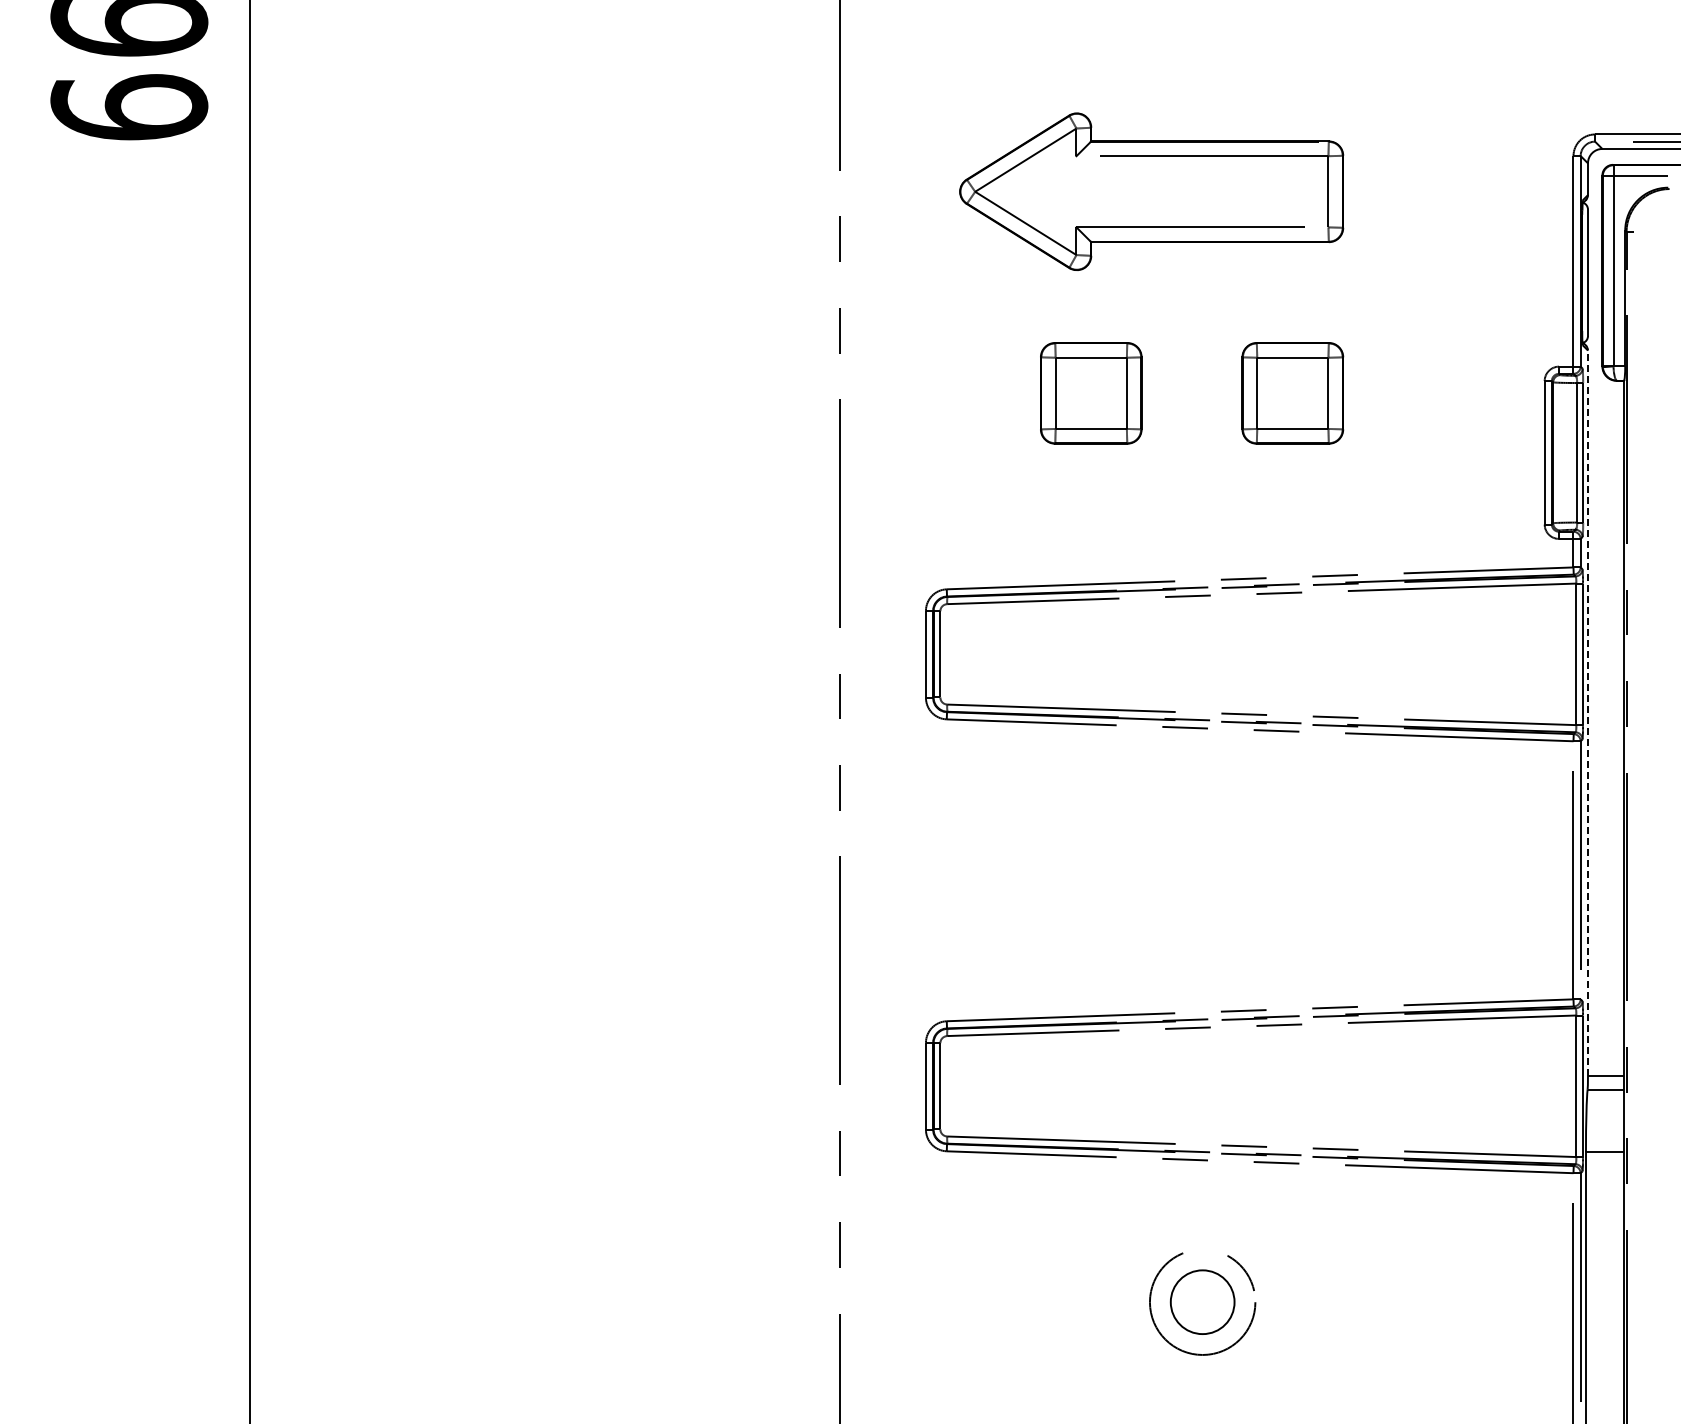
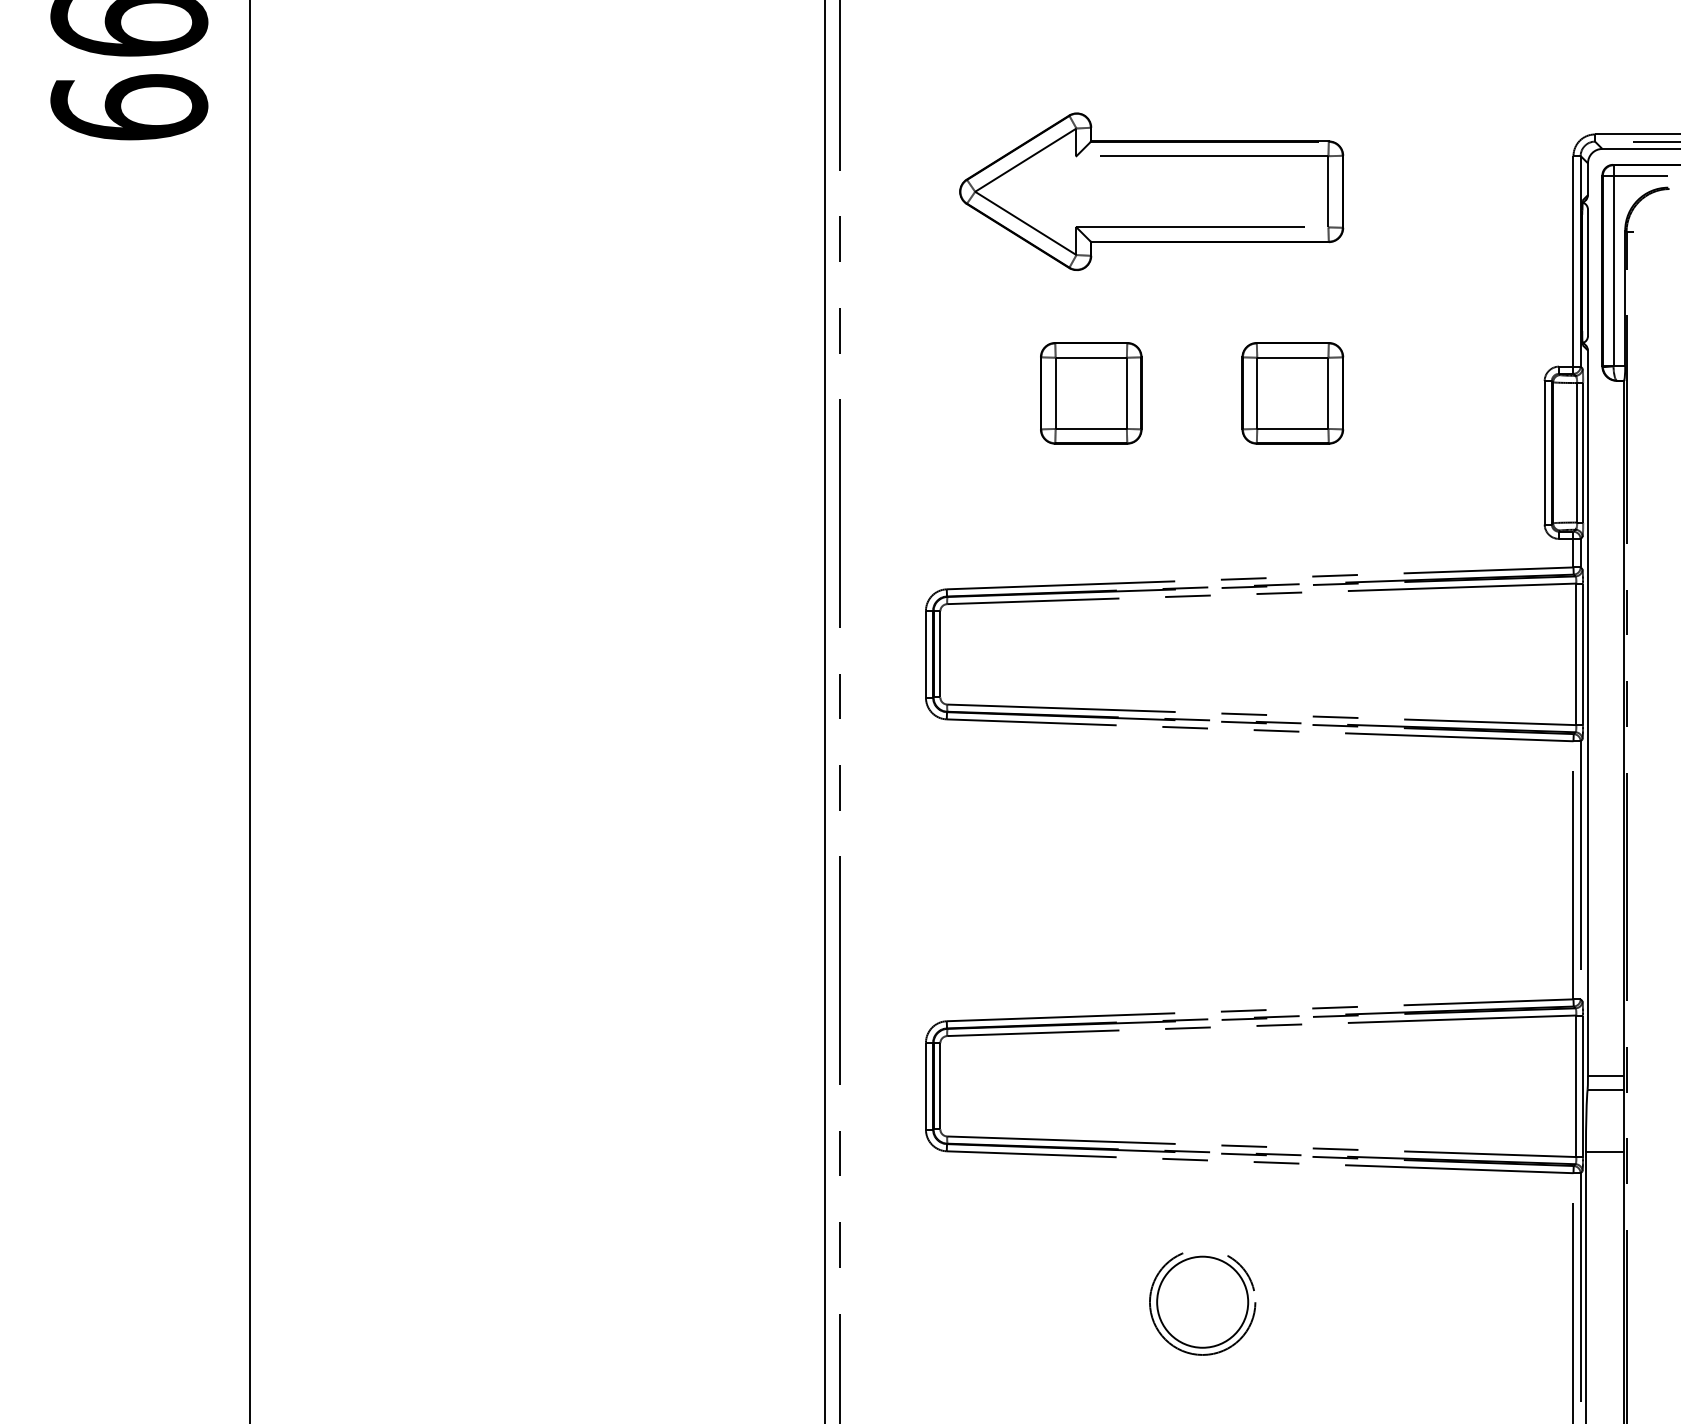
line at (825, 711): none -> present
line at (1587, 713): dashed -> solid
circle at (1202, 1302) diameter: 64 px -> 91 px
